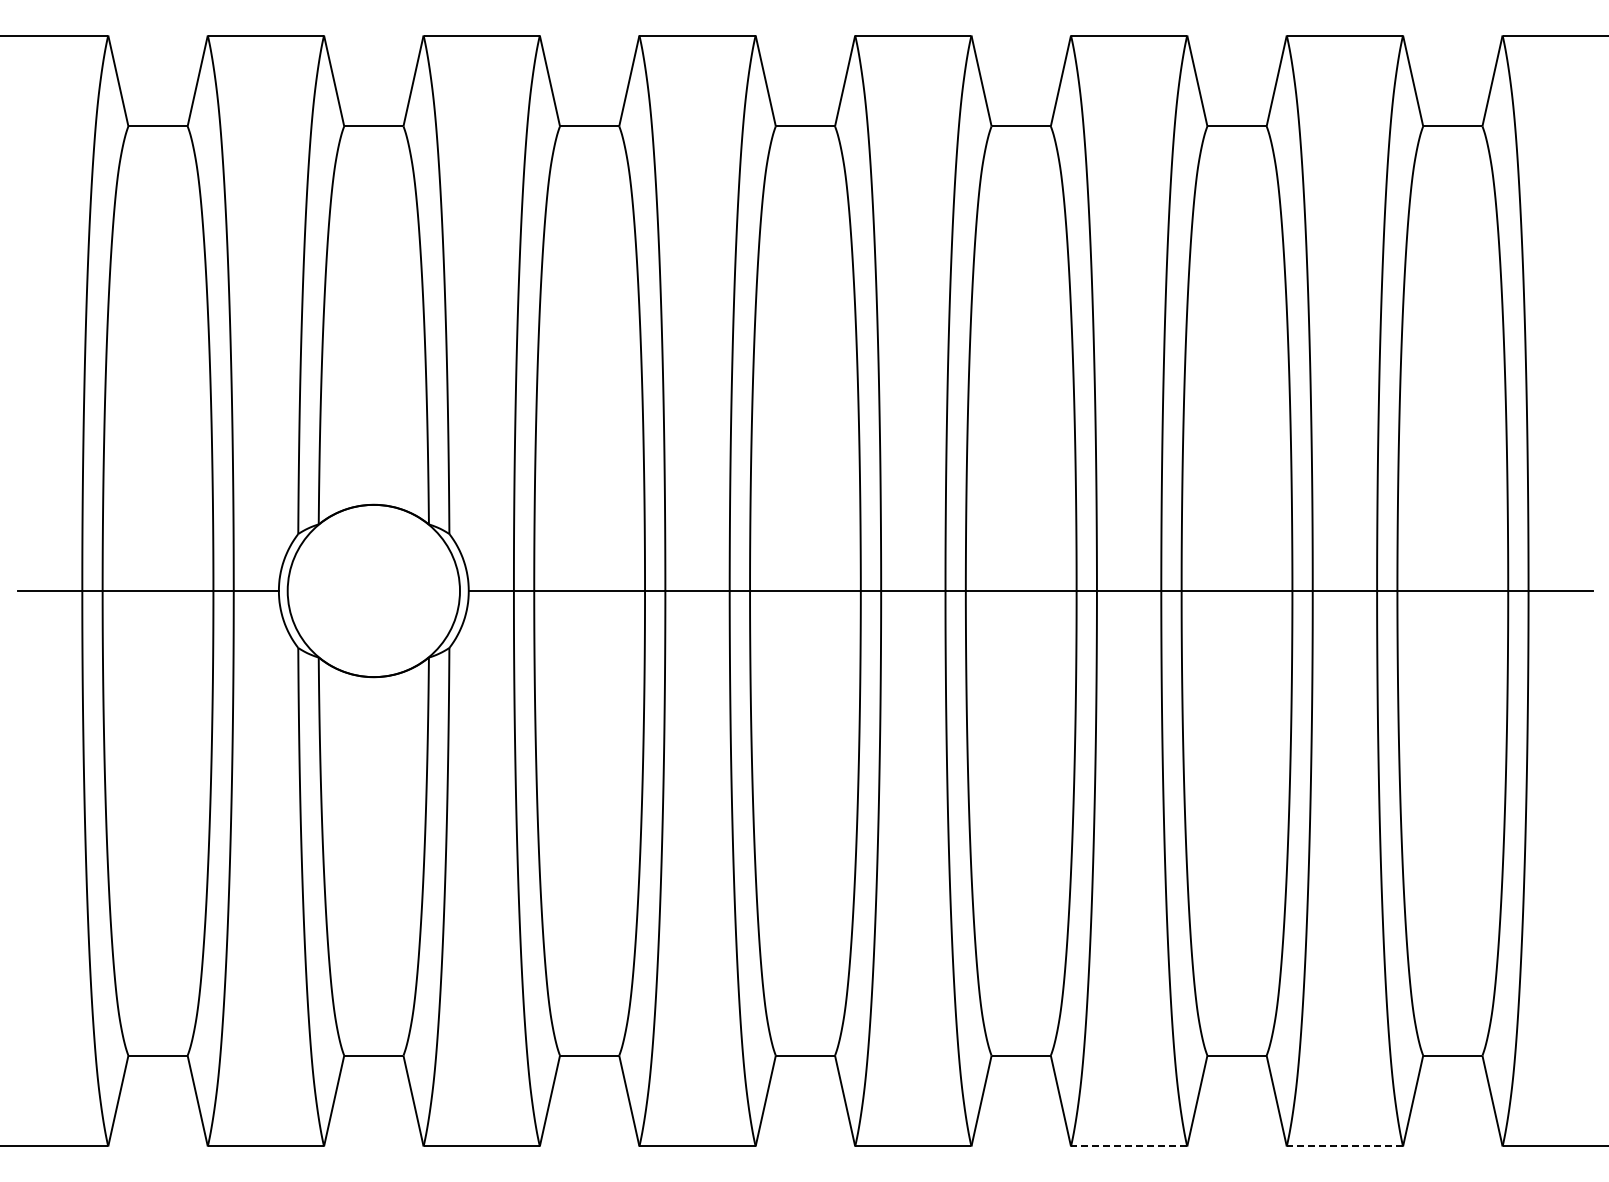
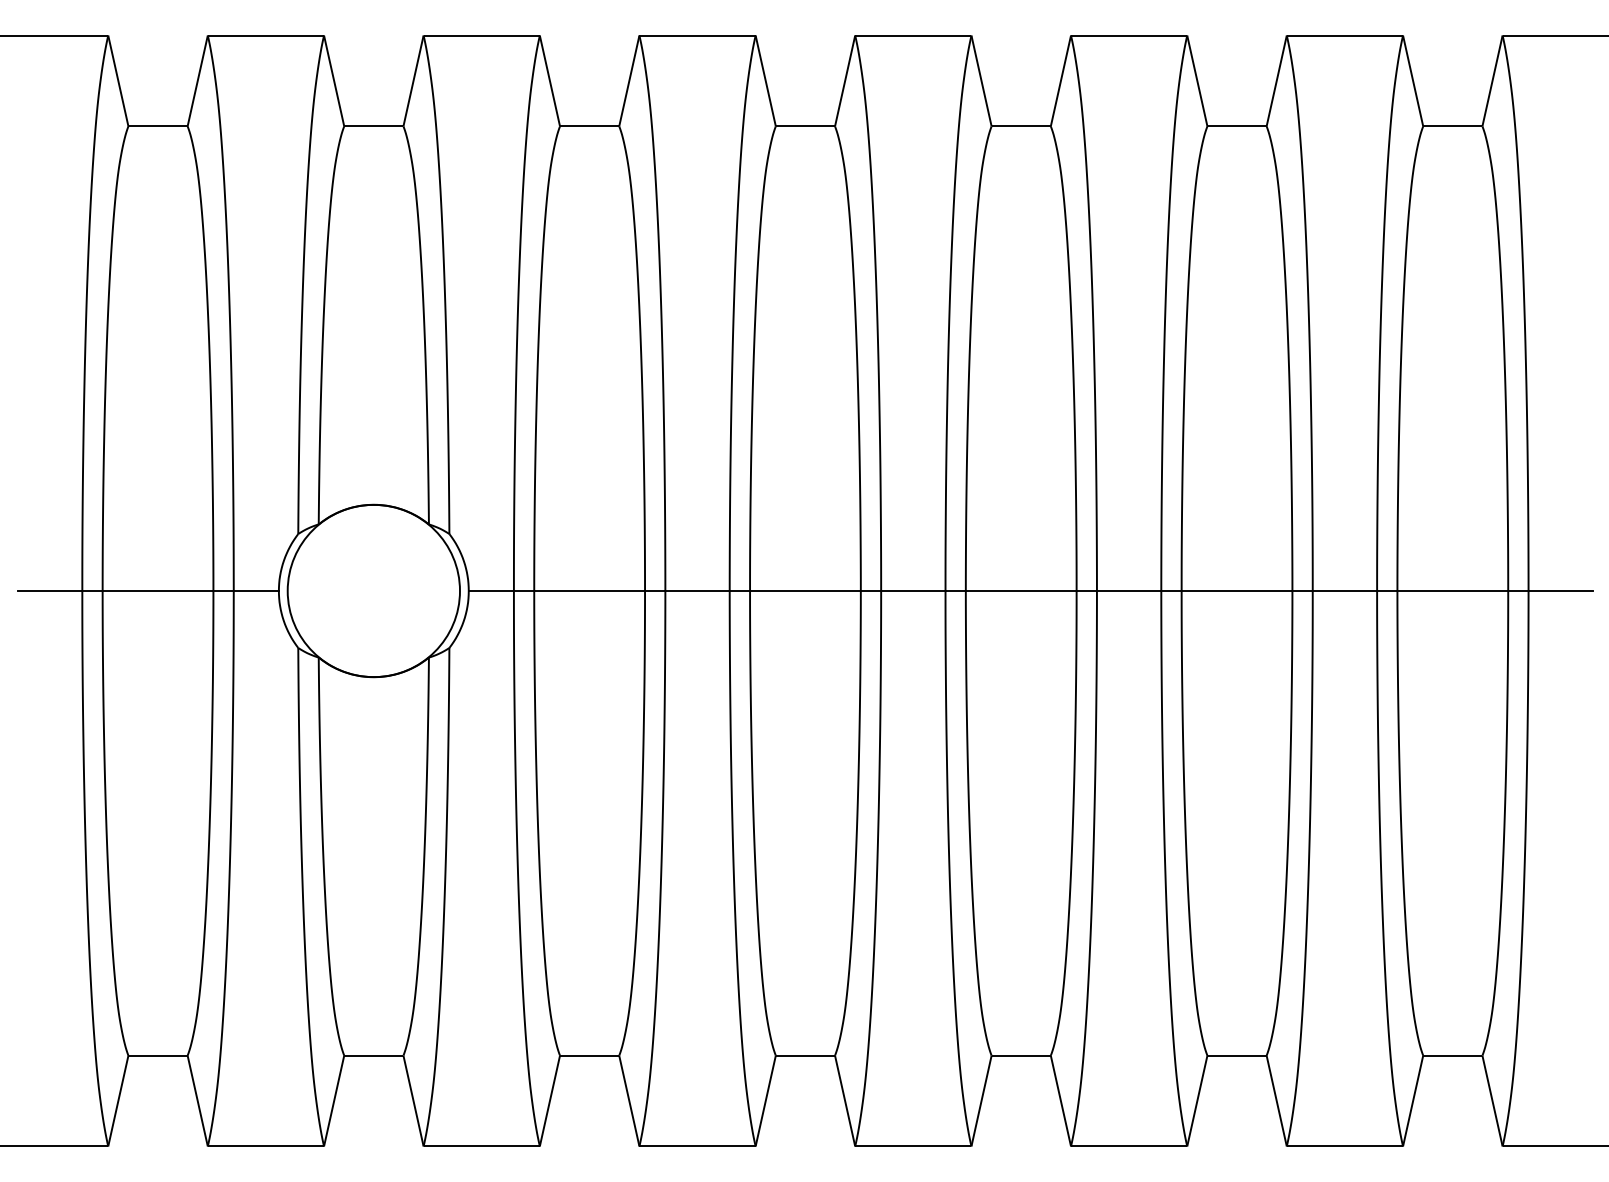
line at (1129, 1146): dashed -> solid
line at (1345, 1146): dashed -> solid
